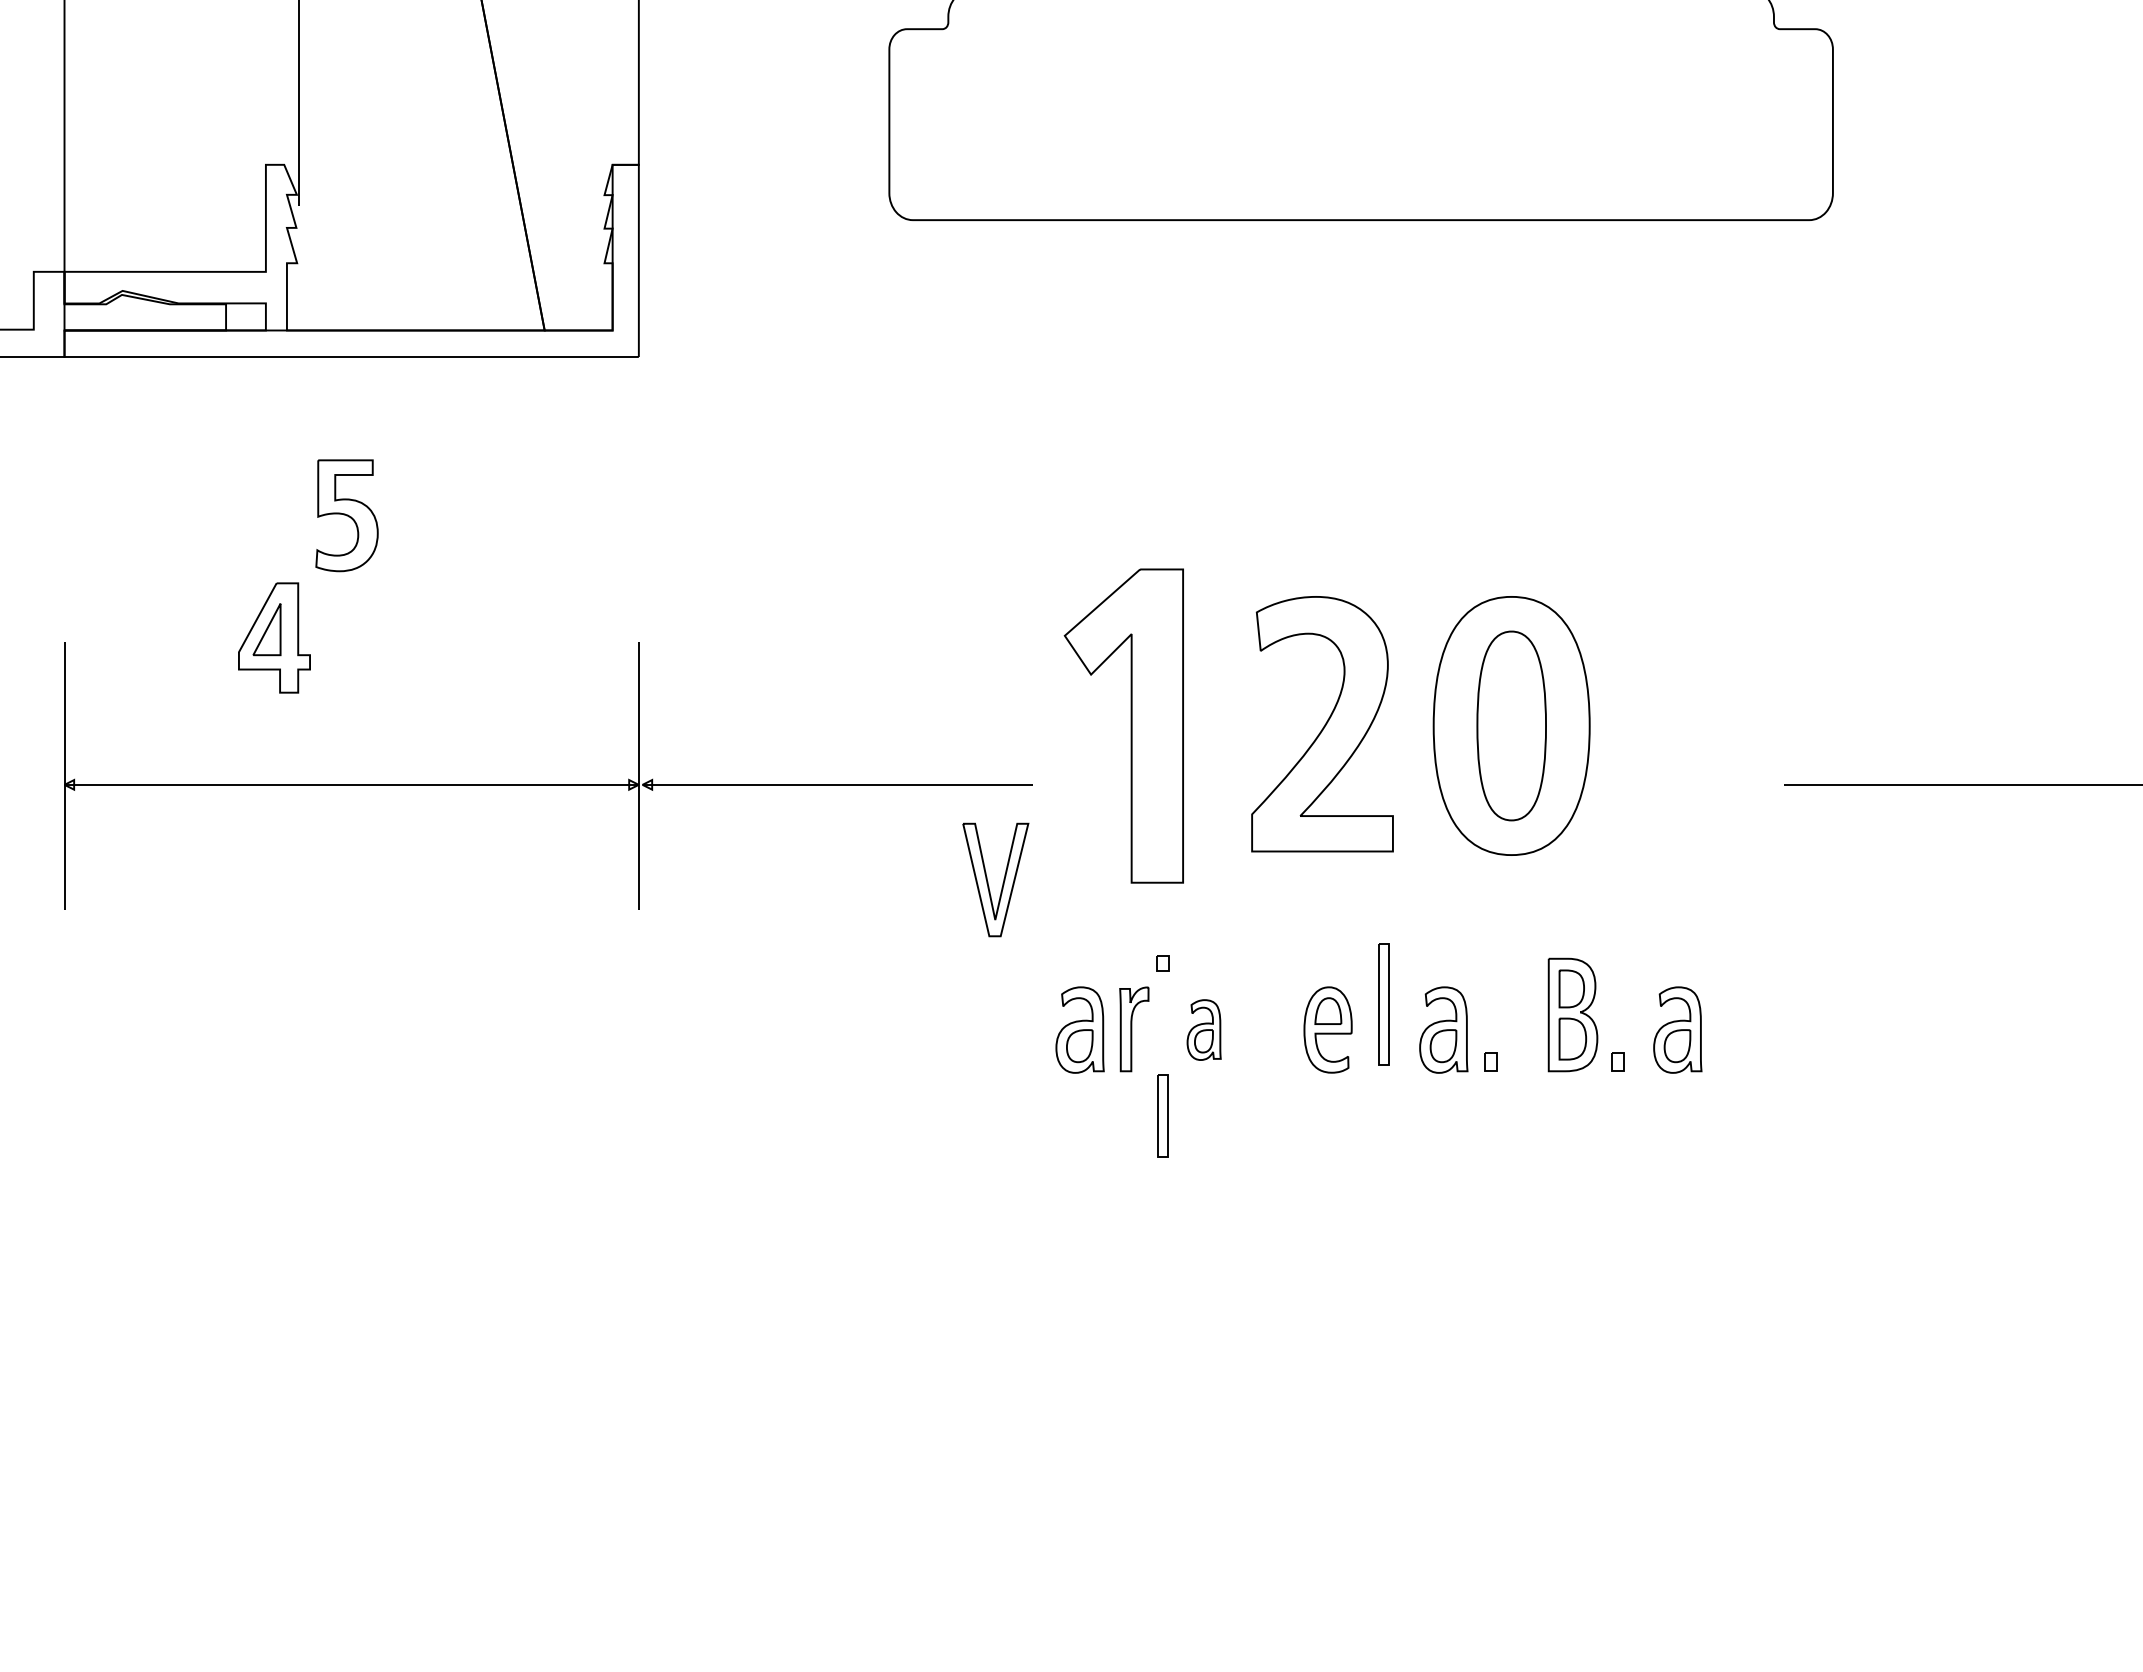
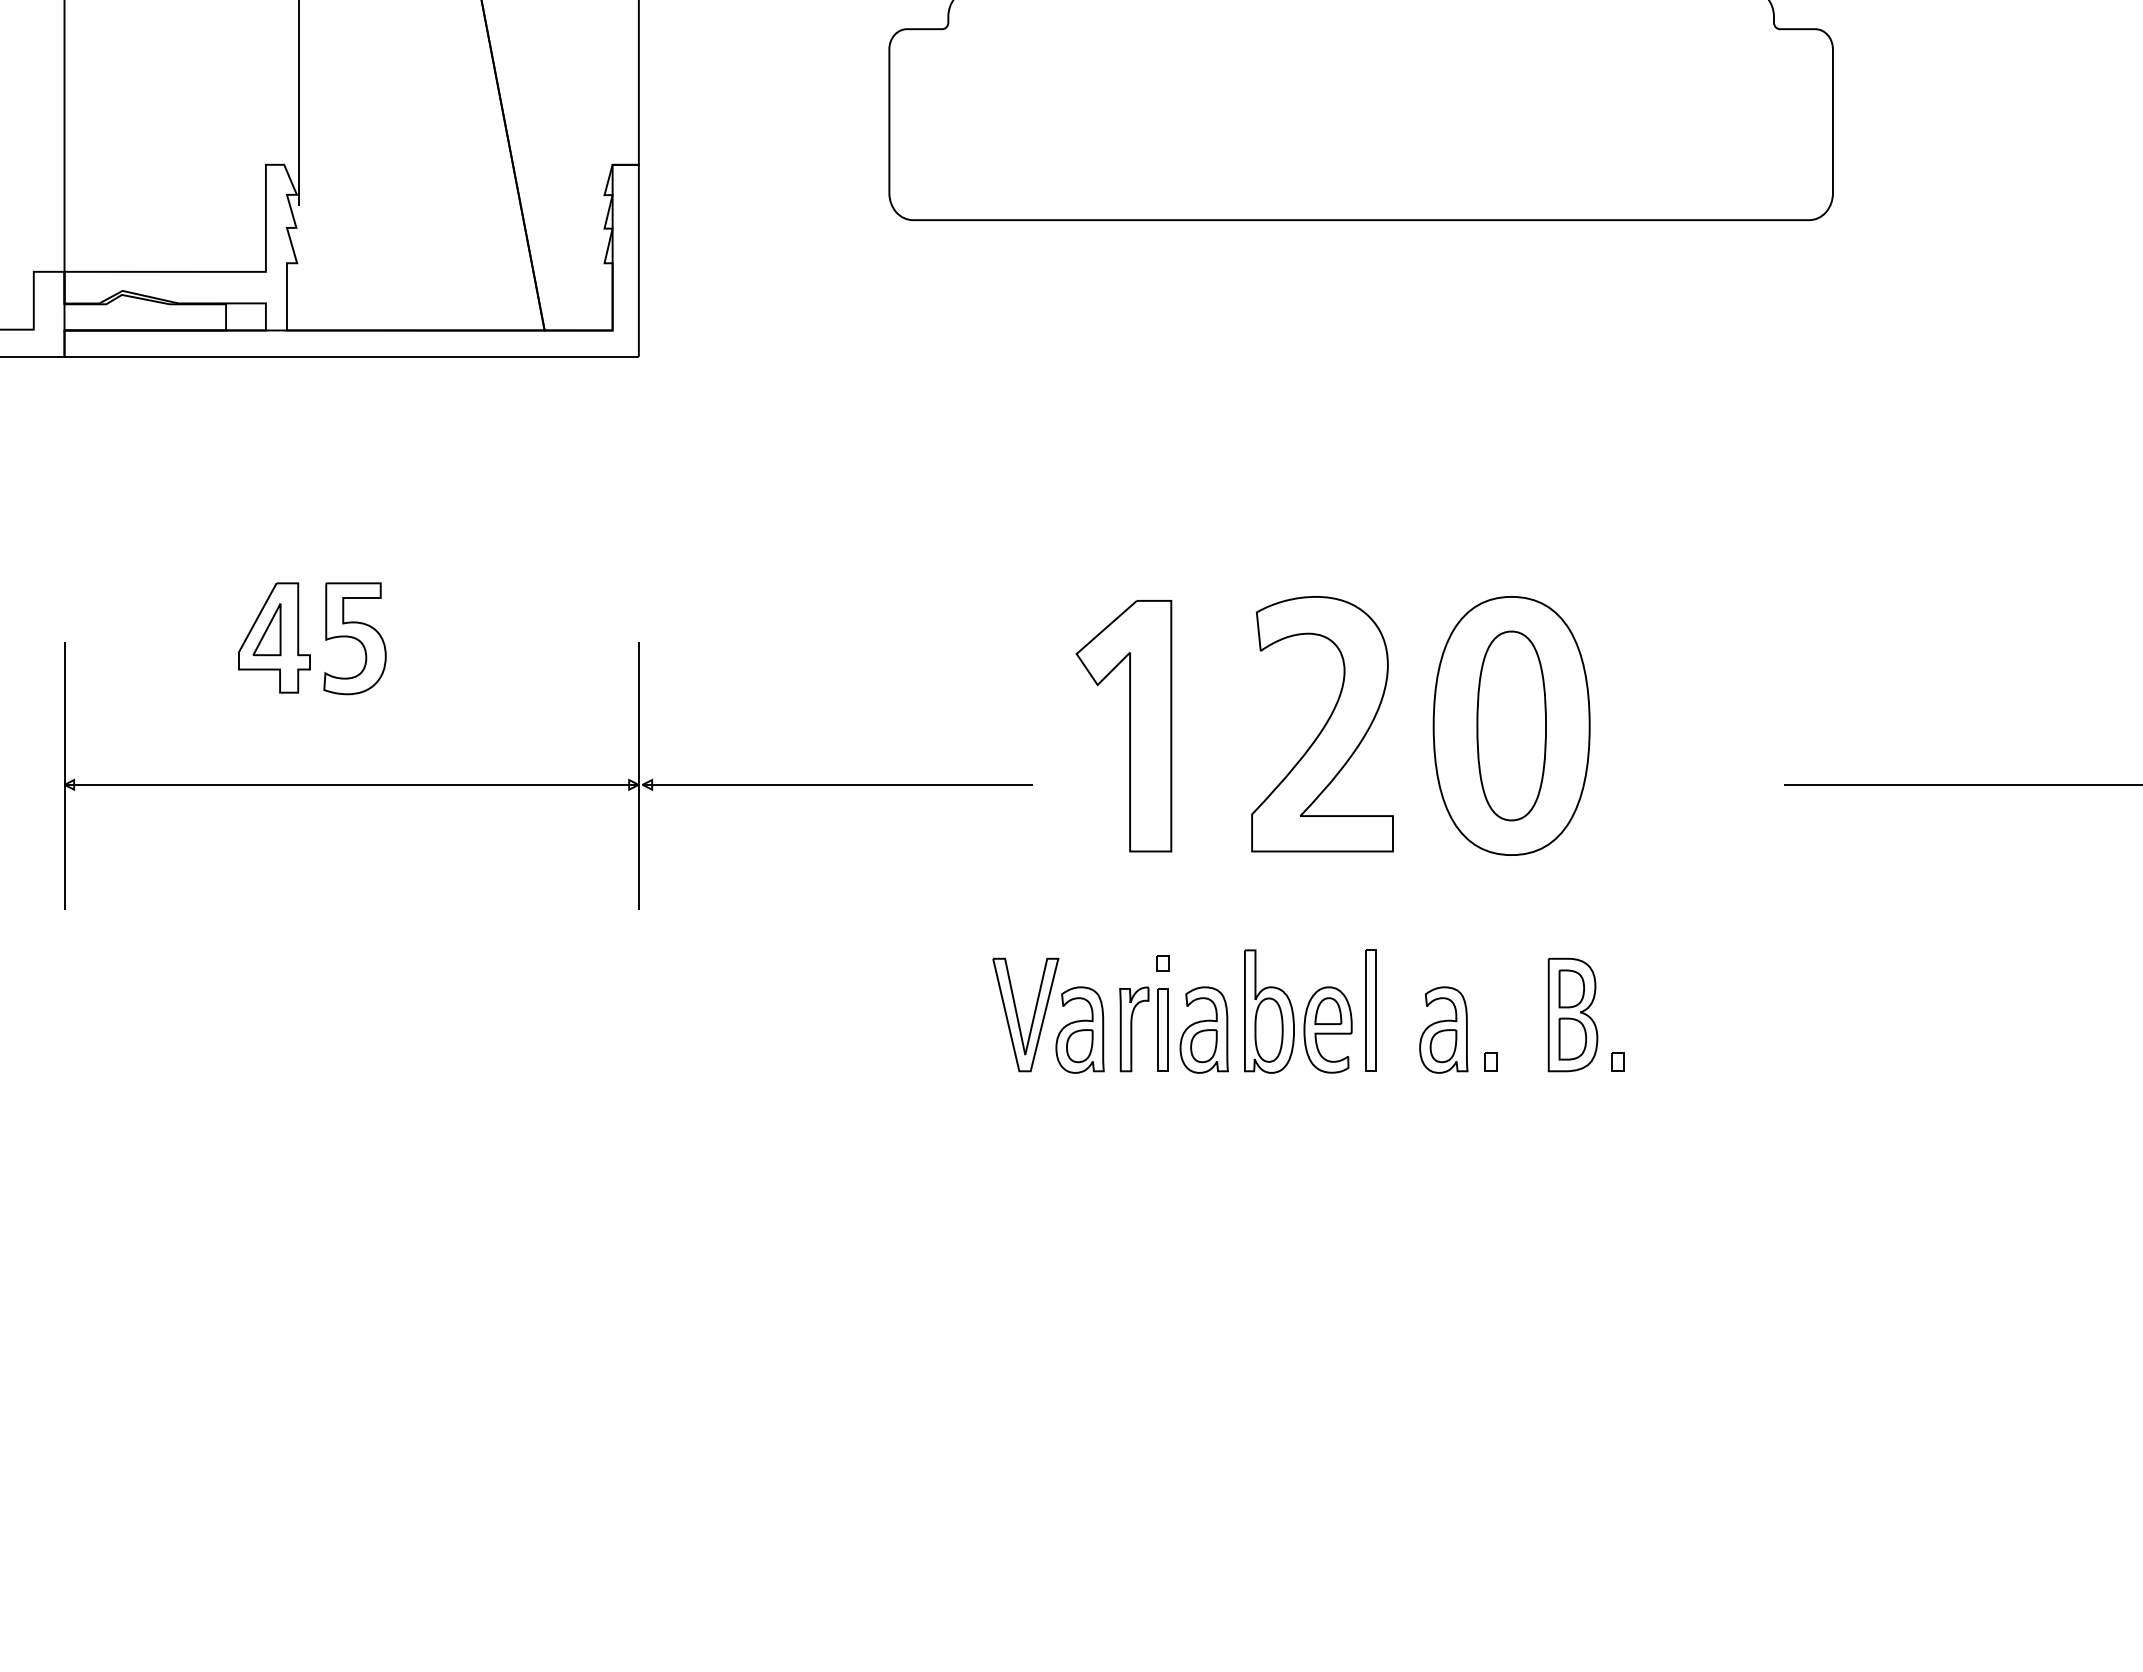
part at (346, 515) position: (346, 515) -> (354, 638)
part at (1123, 725) size: 121x316 px -> 98x253 px
part at (988, 881) position: (988, 881) -> (1018, 1016)
part at (1383, 1004) position: (1383, 1004) -> (1370, 1010)
part at (1269, 1011): none -> present
part at (1203, 1029) size: 36x62 px -> 50x88 px
part at (1677, 1029): present -> none
part at (1162, 1115) position: (1162, 1115) -> (1162, 1029)
